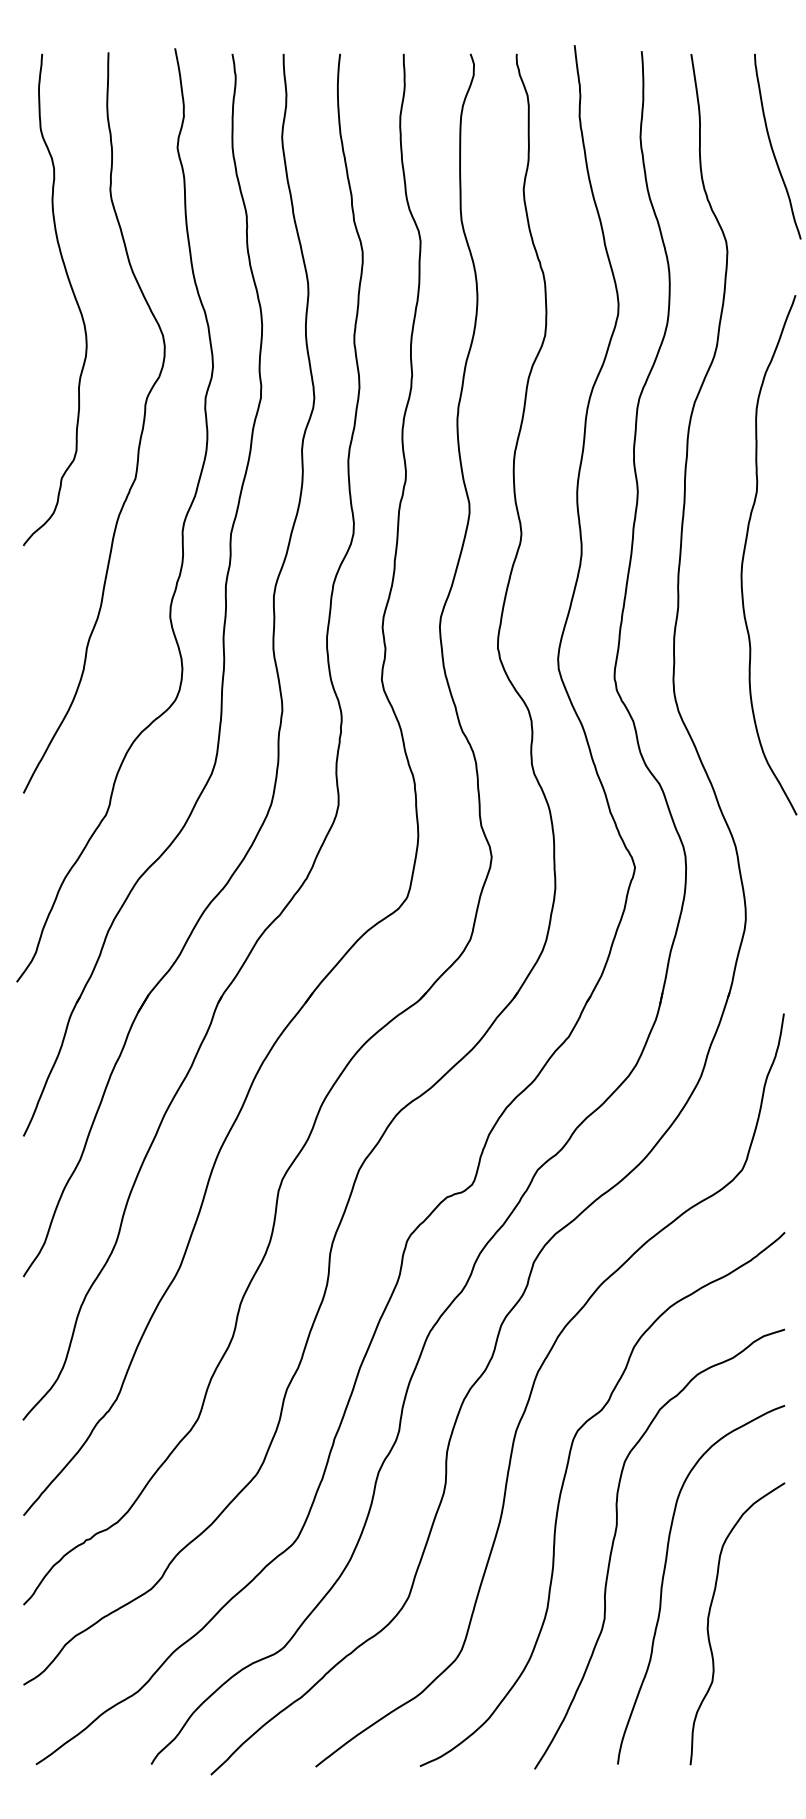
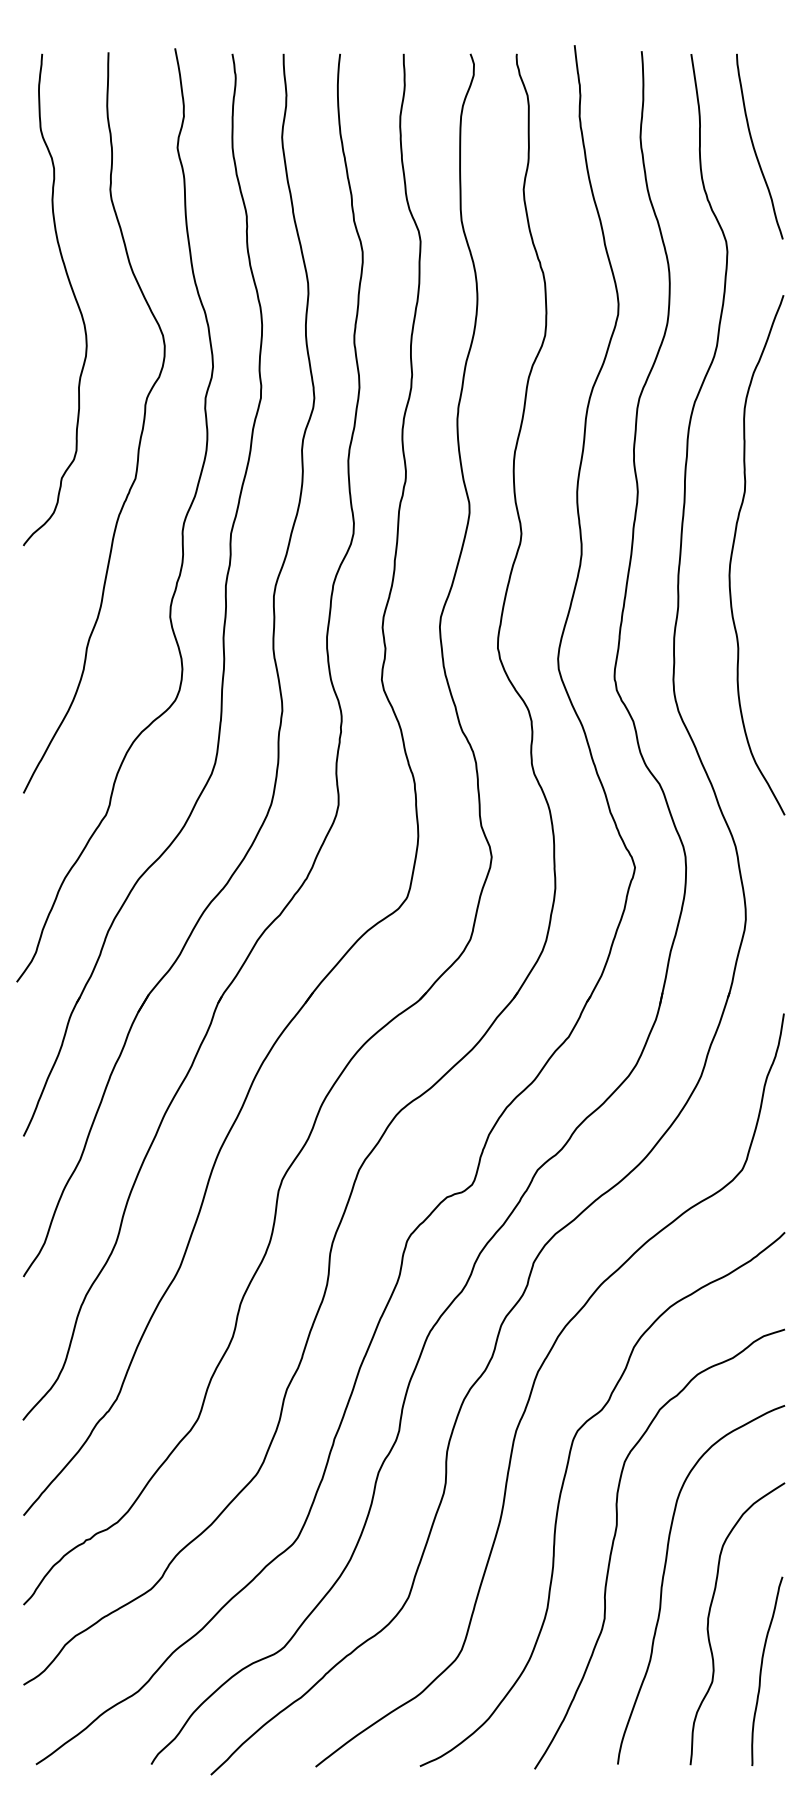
curve at (772, 146) position: (772, 146) -> (754, 146)
curve at (745, 551) position: (745, 551) -> (733, 551)
curve at (762, 1667): none -> present
